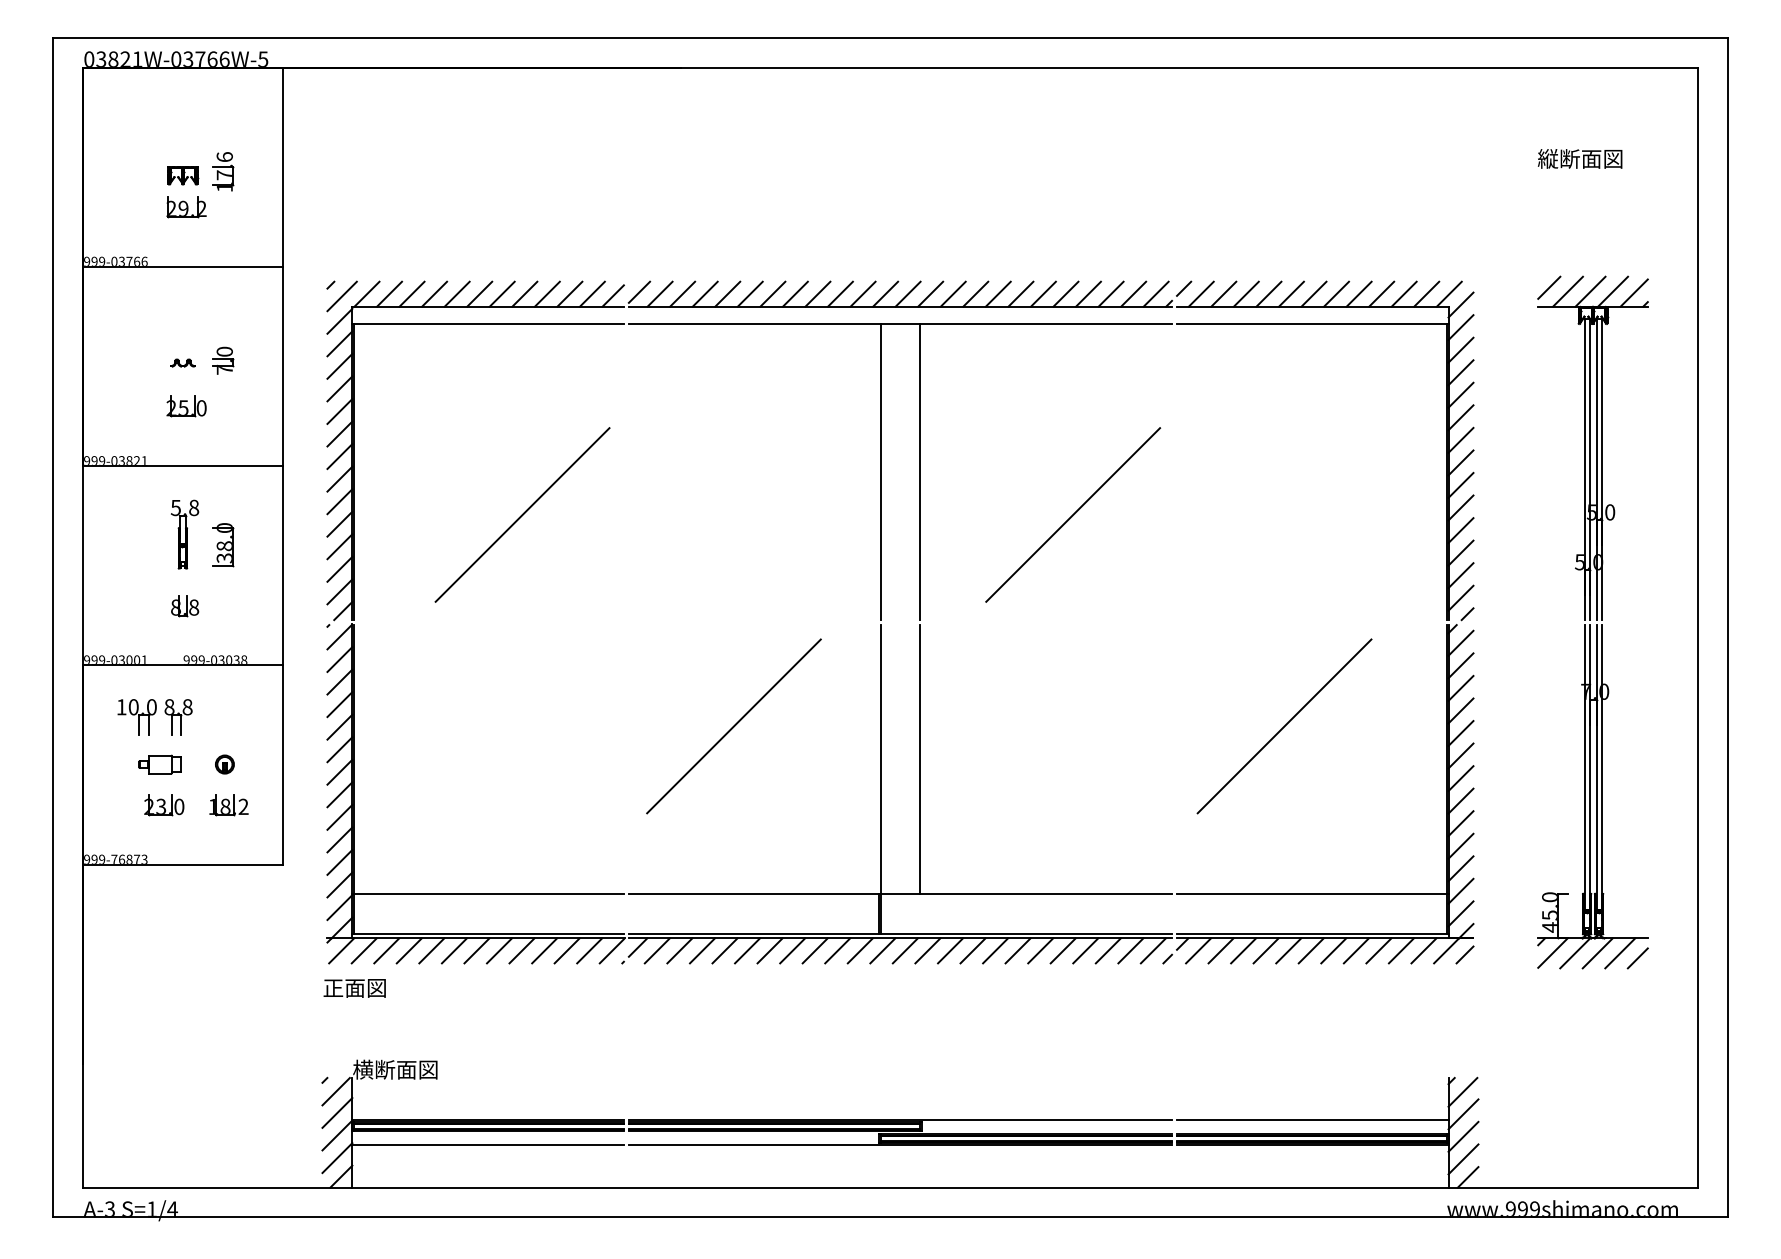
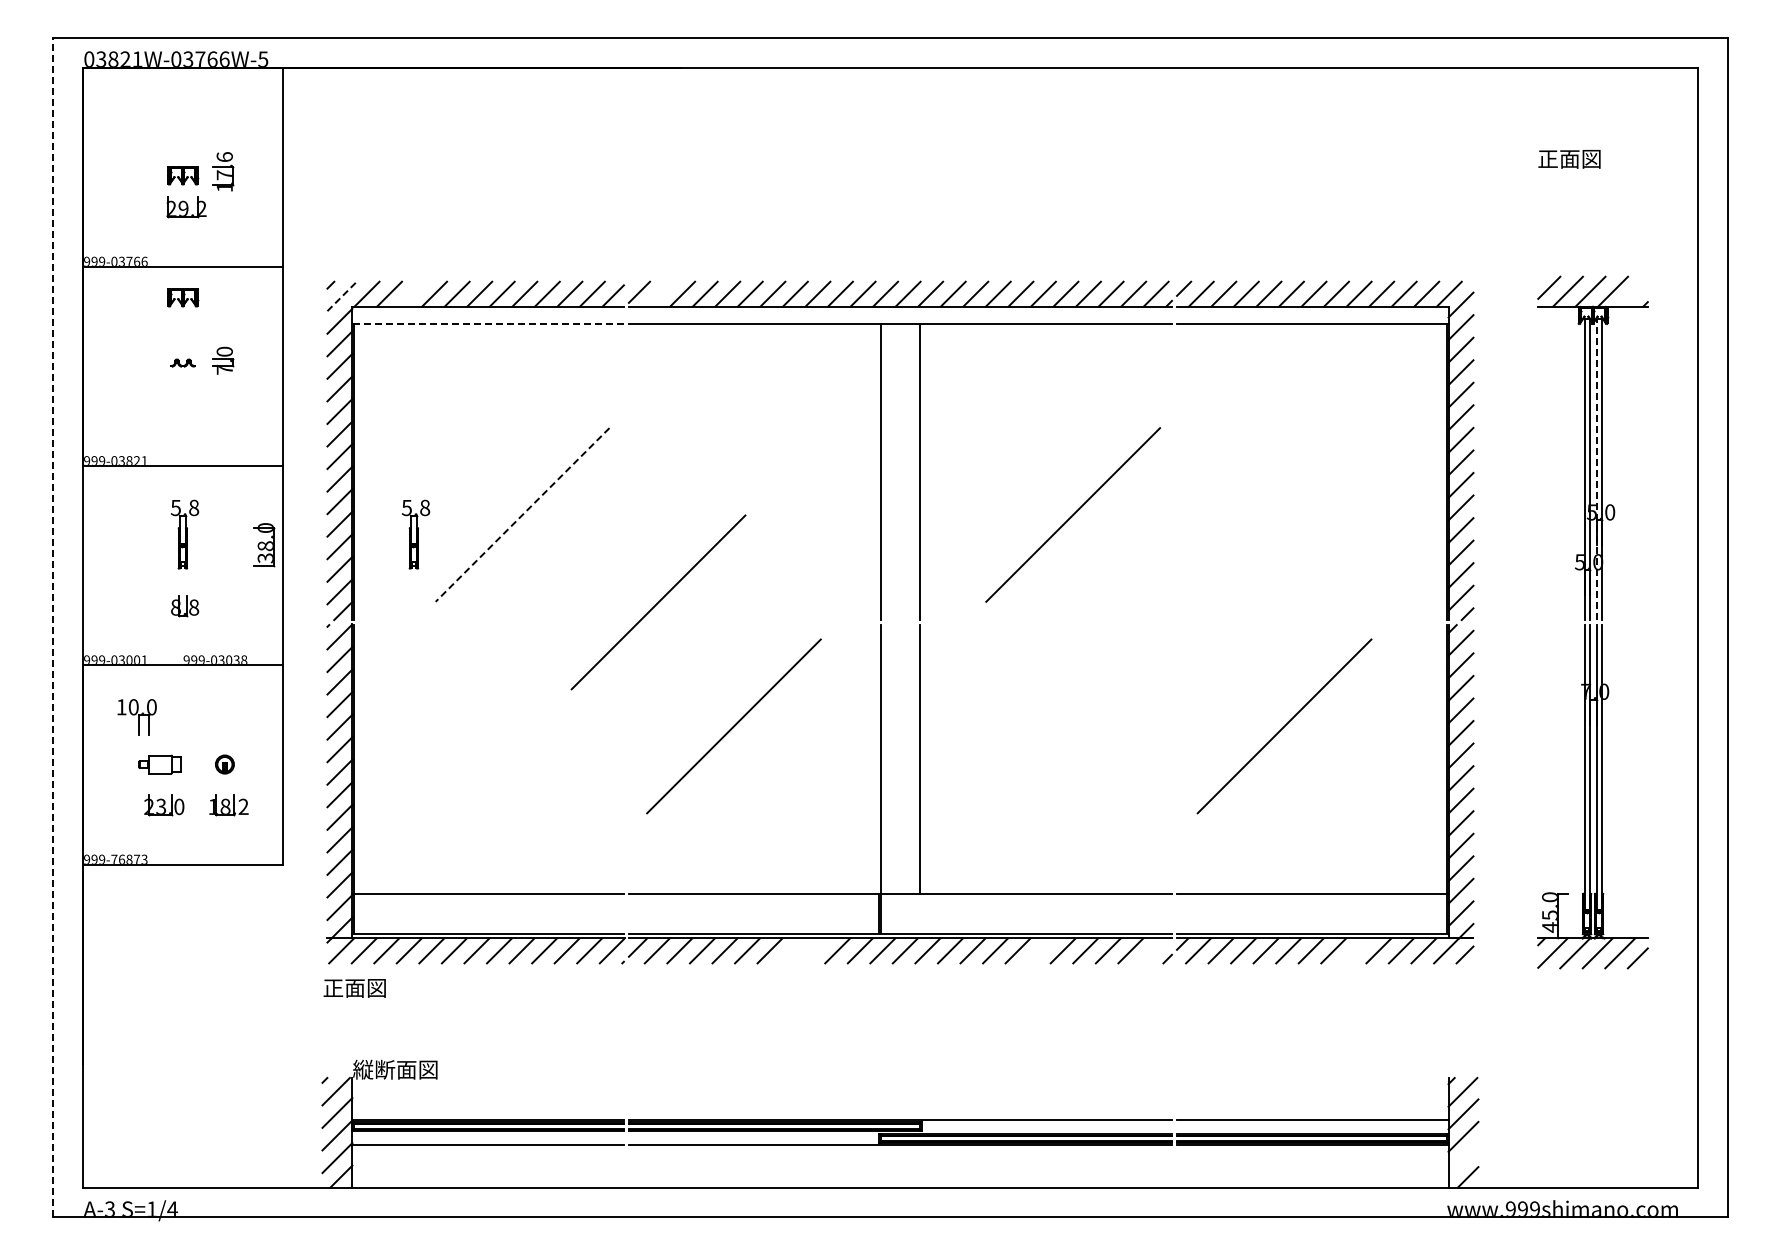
text at (1579, 158): 縦断面図 -> 正面図
line at (1633, 292): present -> none
line at (411, 293): present -> none
line at (659, 293): present -> none
line at (342, 296): solid -> dashed
part at (183, 297): none -> present
line at (488, 324): solid -> dashed
part at (186, 406): present -> none
line at (1596, 469): solid -> dashed
line at (522, 514): solid -> dashed
part at (416, 534): none -> present
part at (223, 545) position: (223, 545) -> (264, 545)
line at (658, 602): none -> present
line at (53, 627): solid -> dashed
part at (178, 717): present -> none
line at (792, 950): present -> none
line at (814, 950): present -> none
line at (1040, 950): present -> none
line at (1152, 950): present -> none
line at (1355, 950): present -> none
text at (363, 1069): 横断面図 -> 縦断面図
line at (1463, 1159): present -> none
